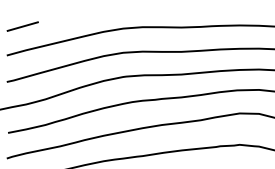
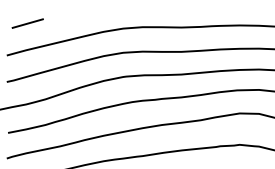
line at (22, 26) position: (22, 26) -> (27, 23)
